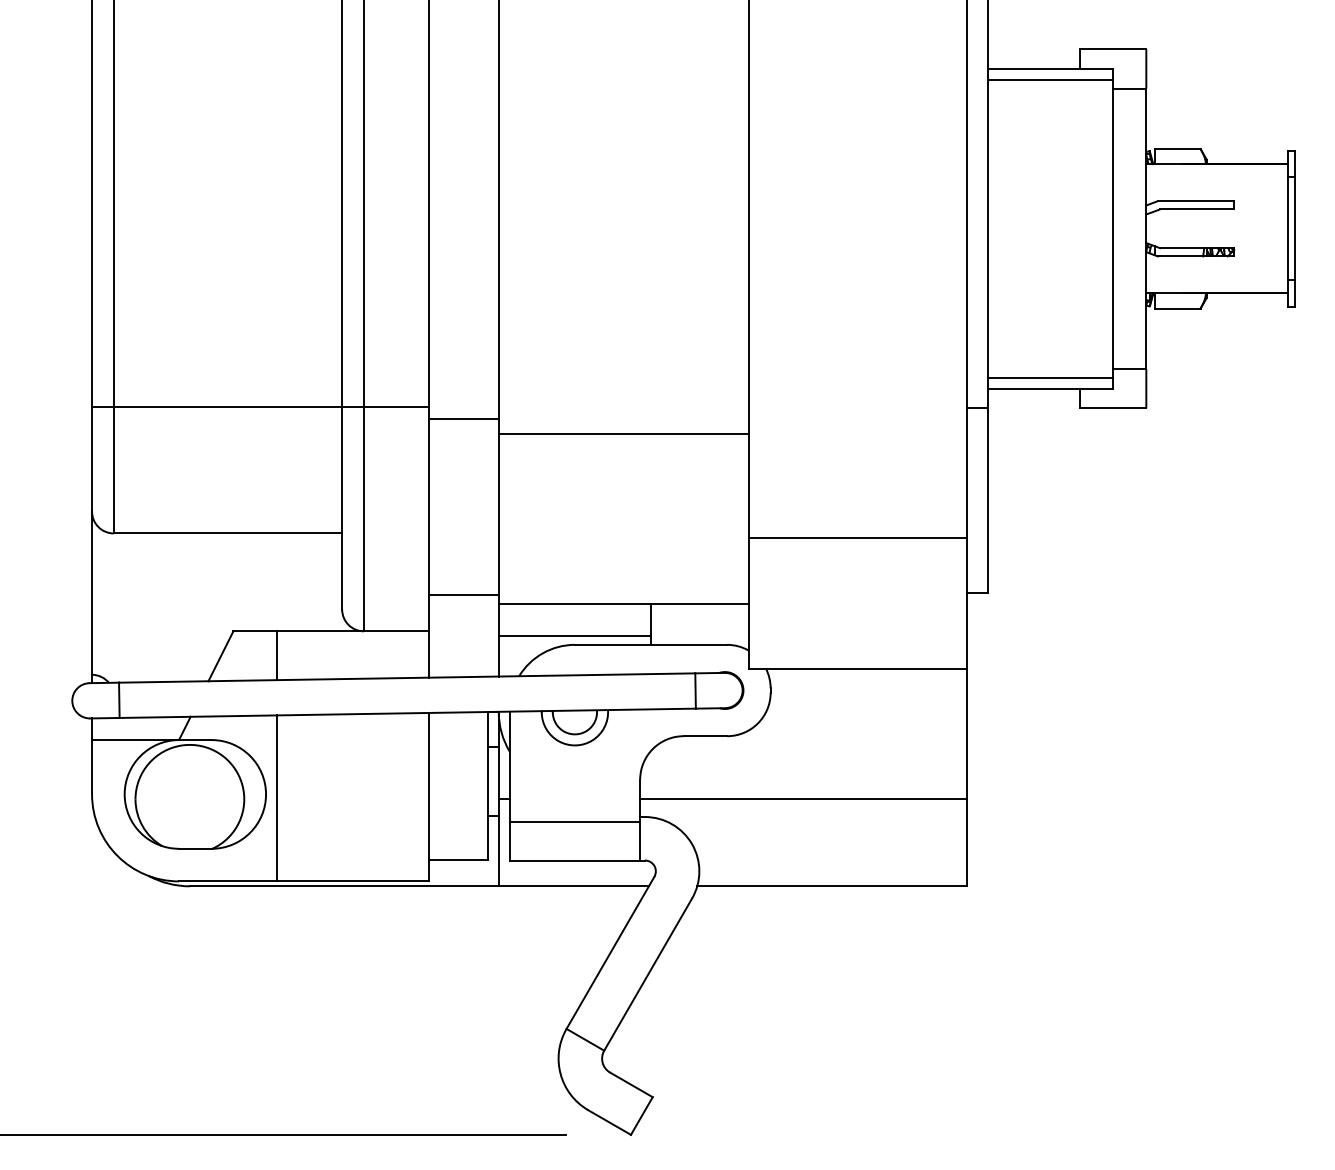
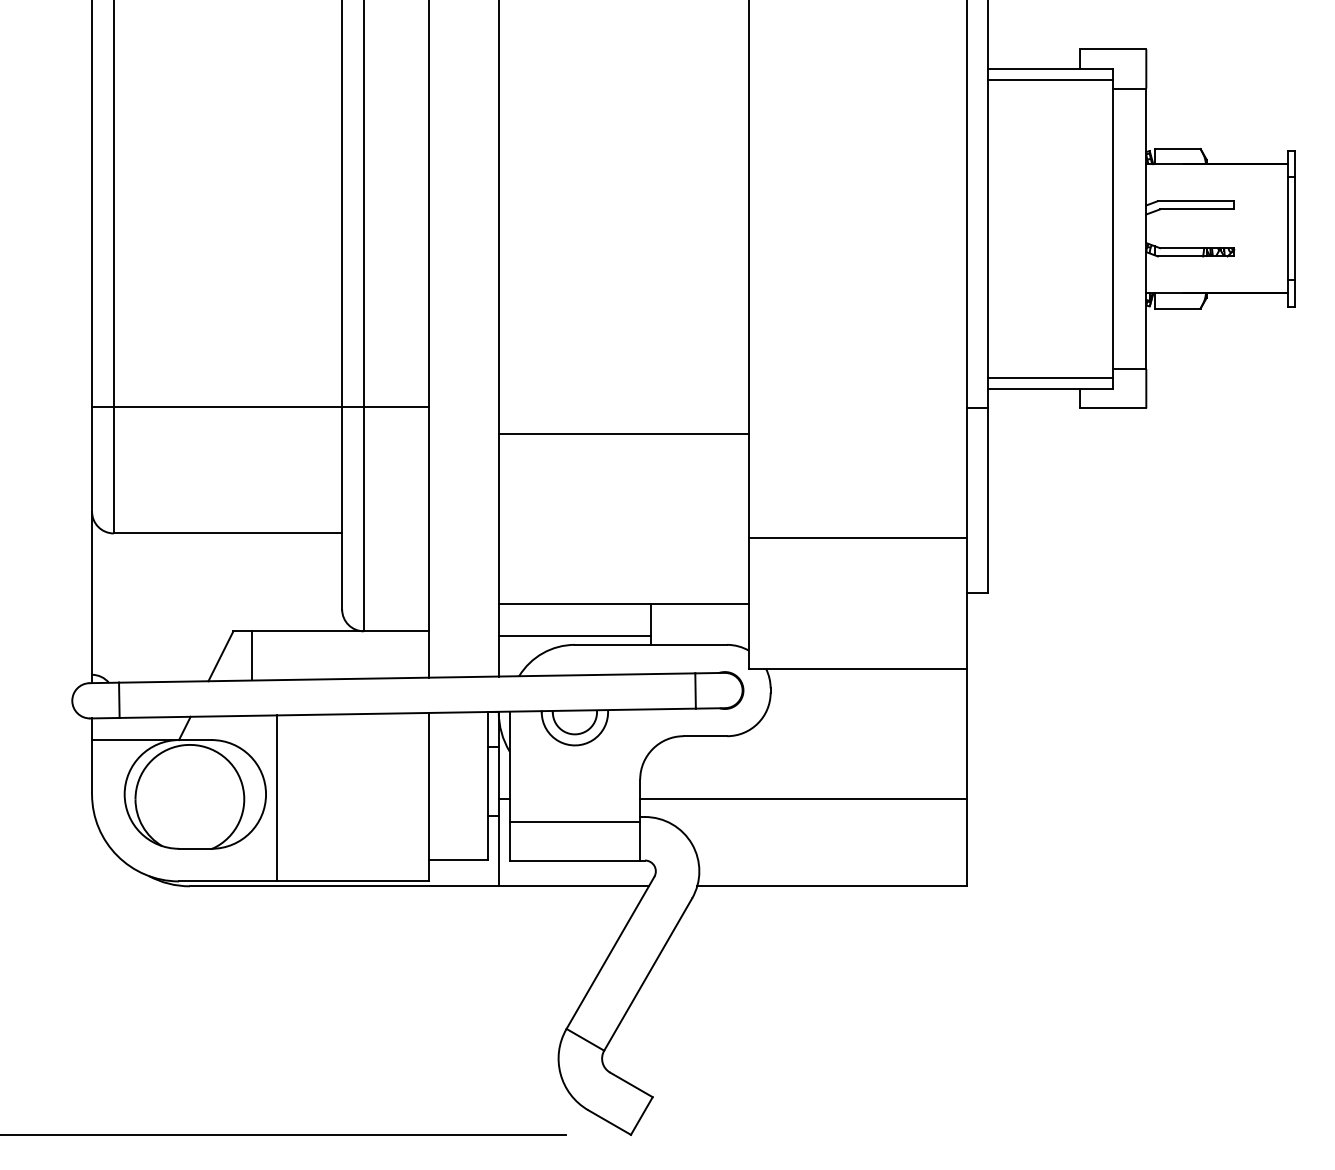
line at (463, 418): present -> none
line at (463, 595): present -> none
line at (276, 655) position: (276, 655) -> (251, 655)
